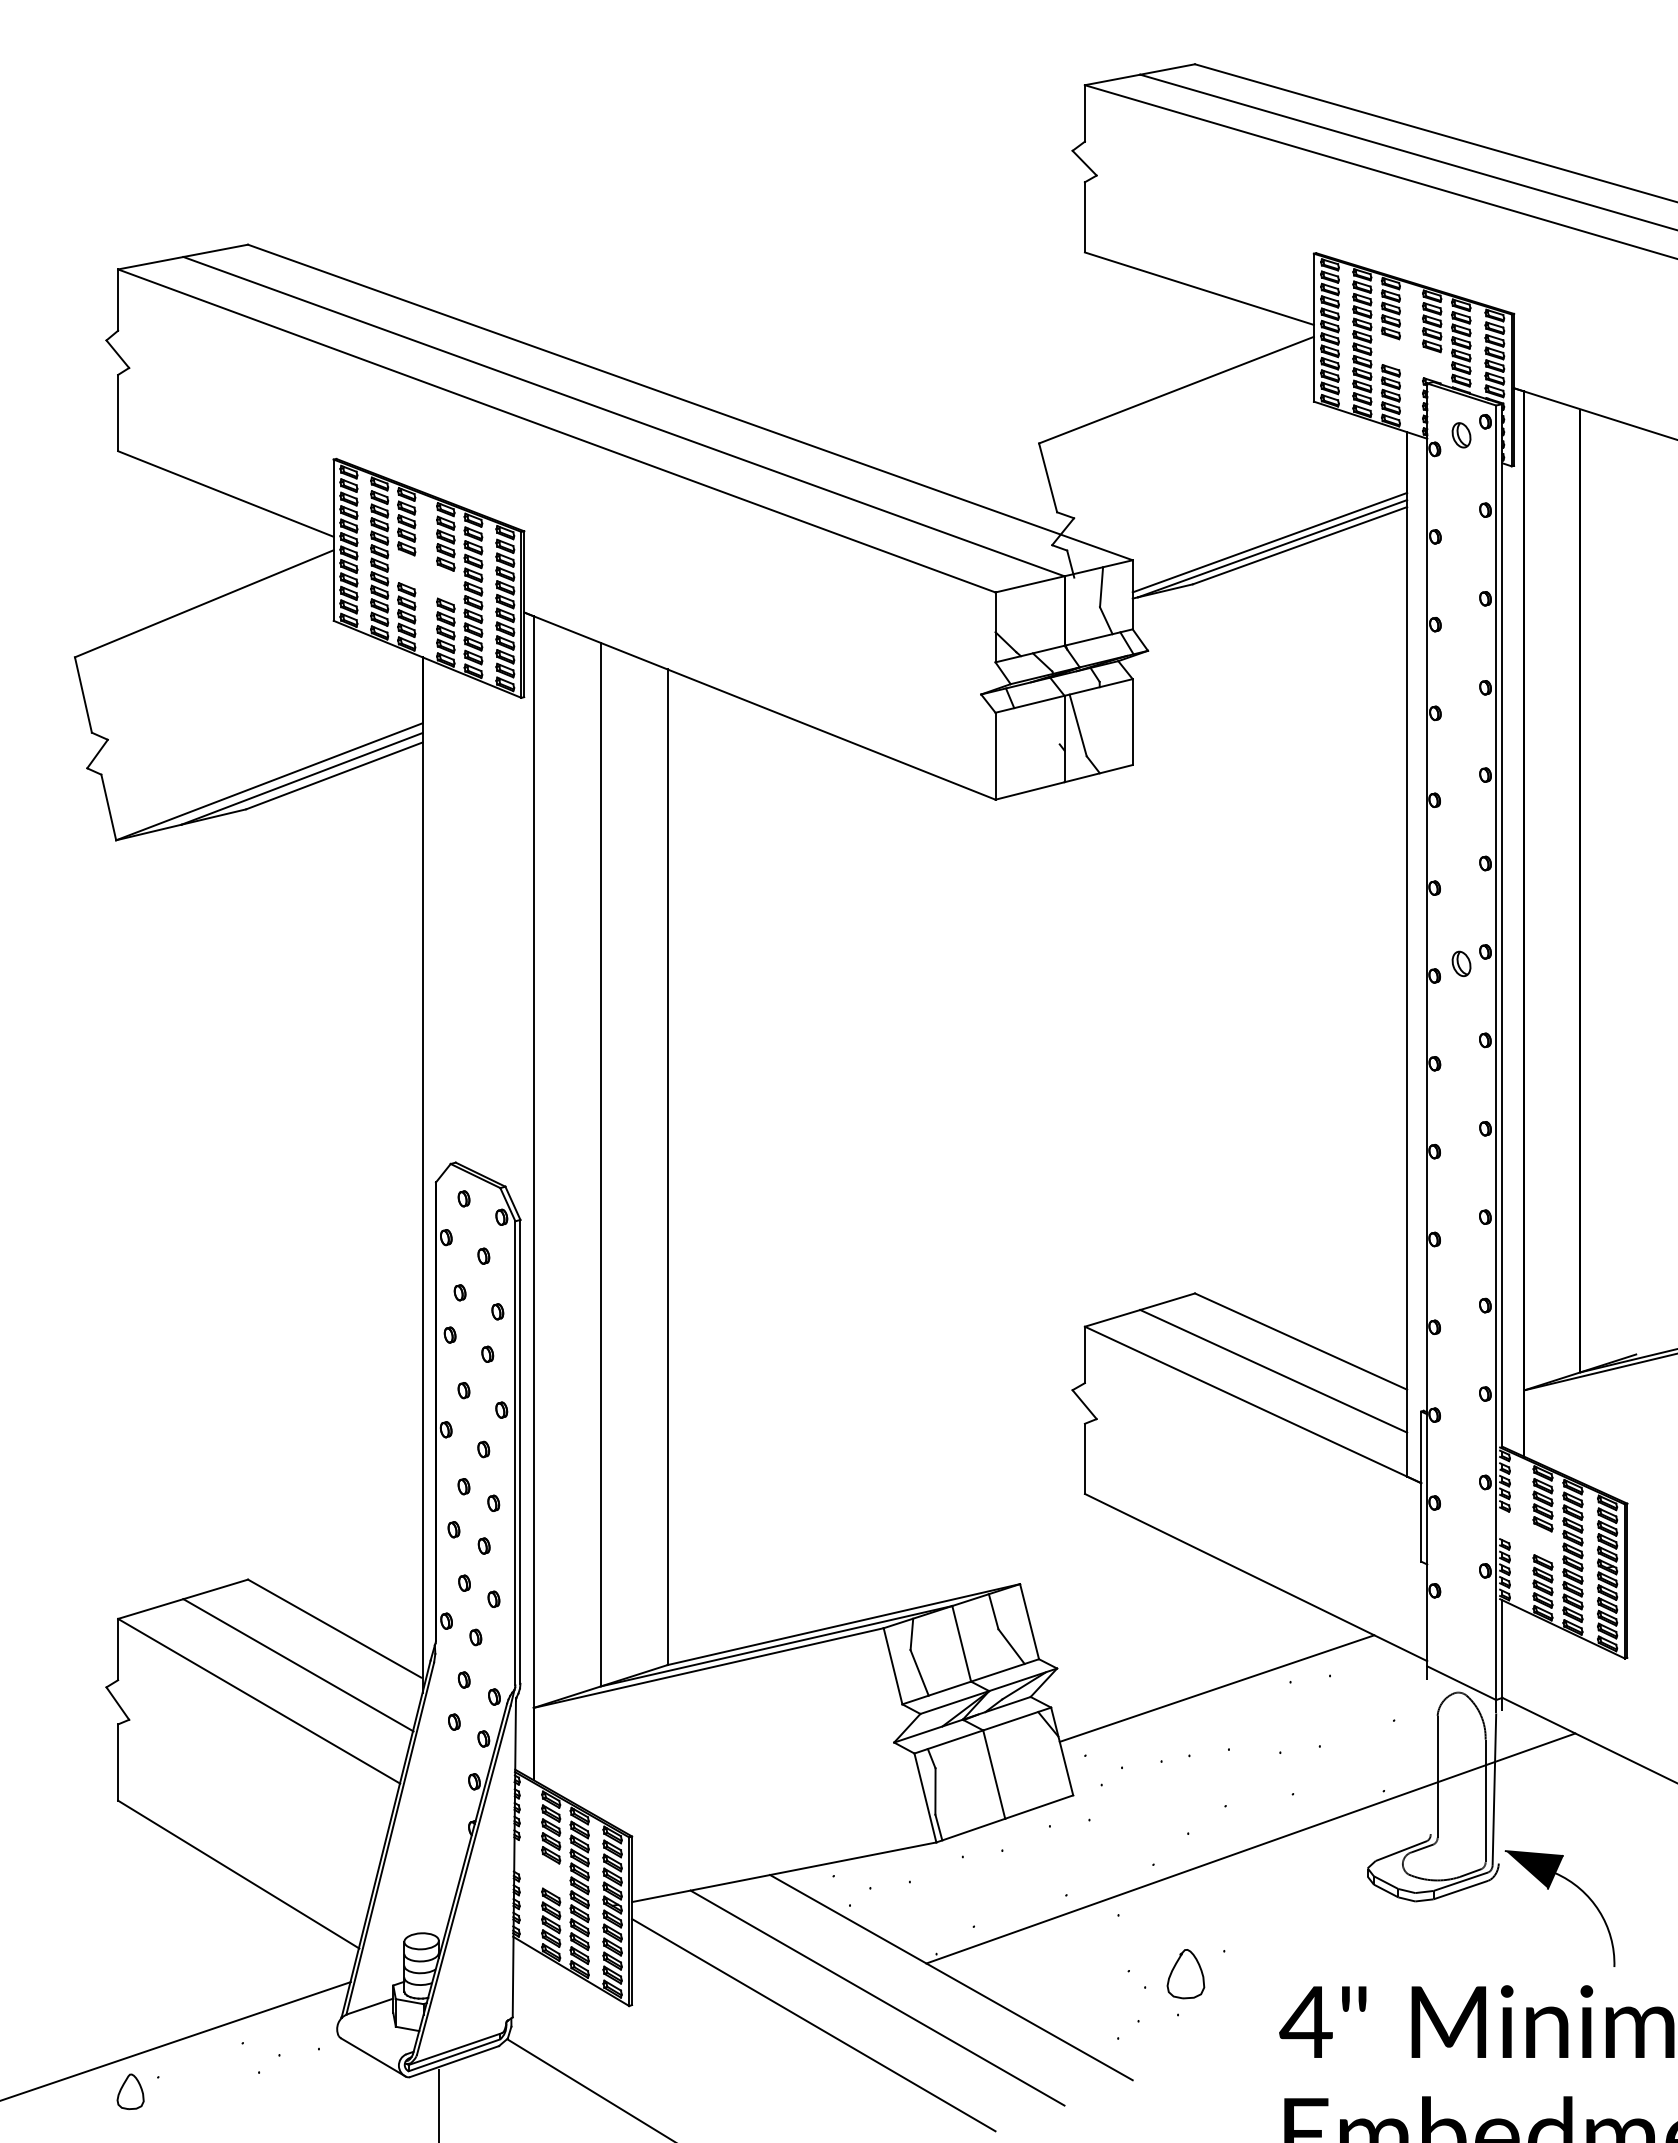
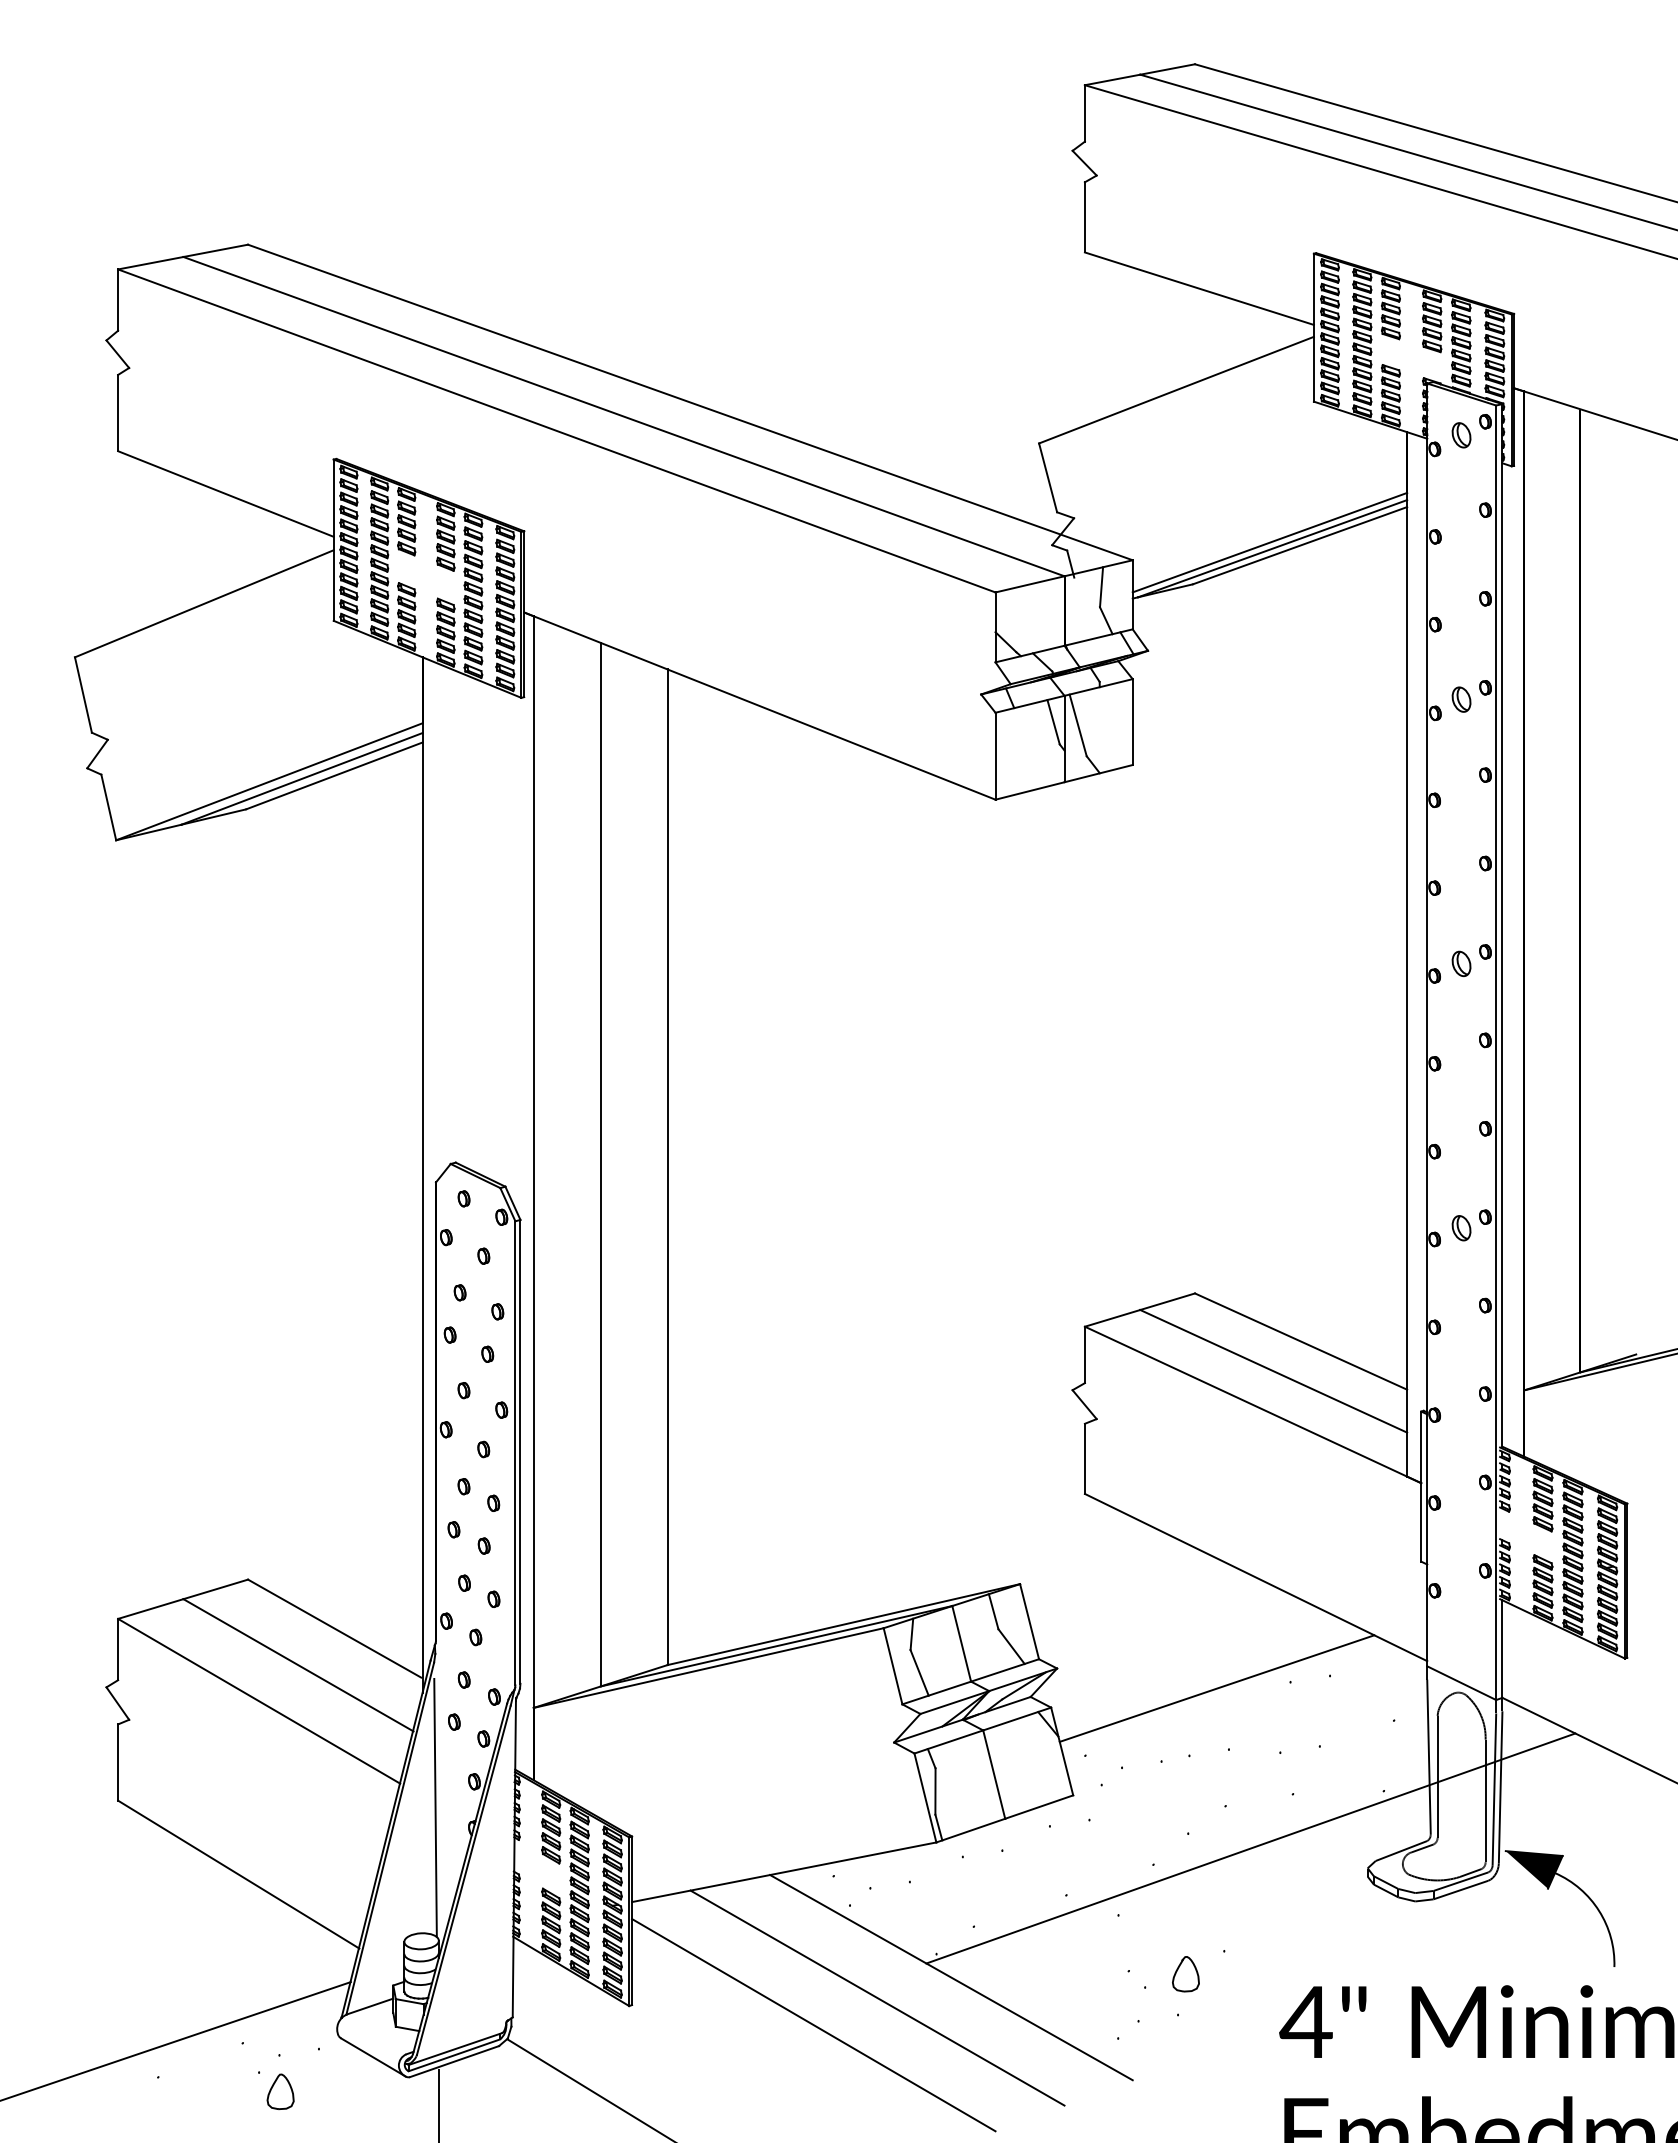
part at (1461, 699): none -> present
line at (1053, 722): none -> present
part at (1461, 1228): none -> present
line at (1428, 1756): none -> present
line at (1500, 1787): none -> present
line at (435, 1807): none -> present
part at (1185, 1974) size: 40x51 px -> 28x37 px
part at (130, 2091) position: (130, 2091) -> (280, 2091)
